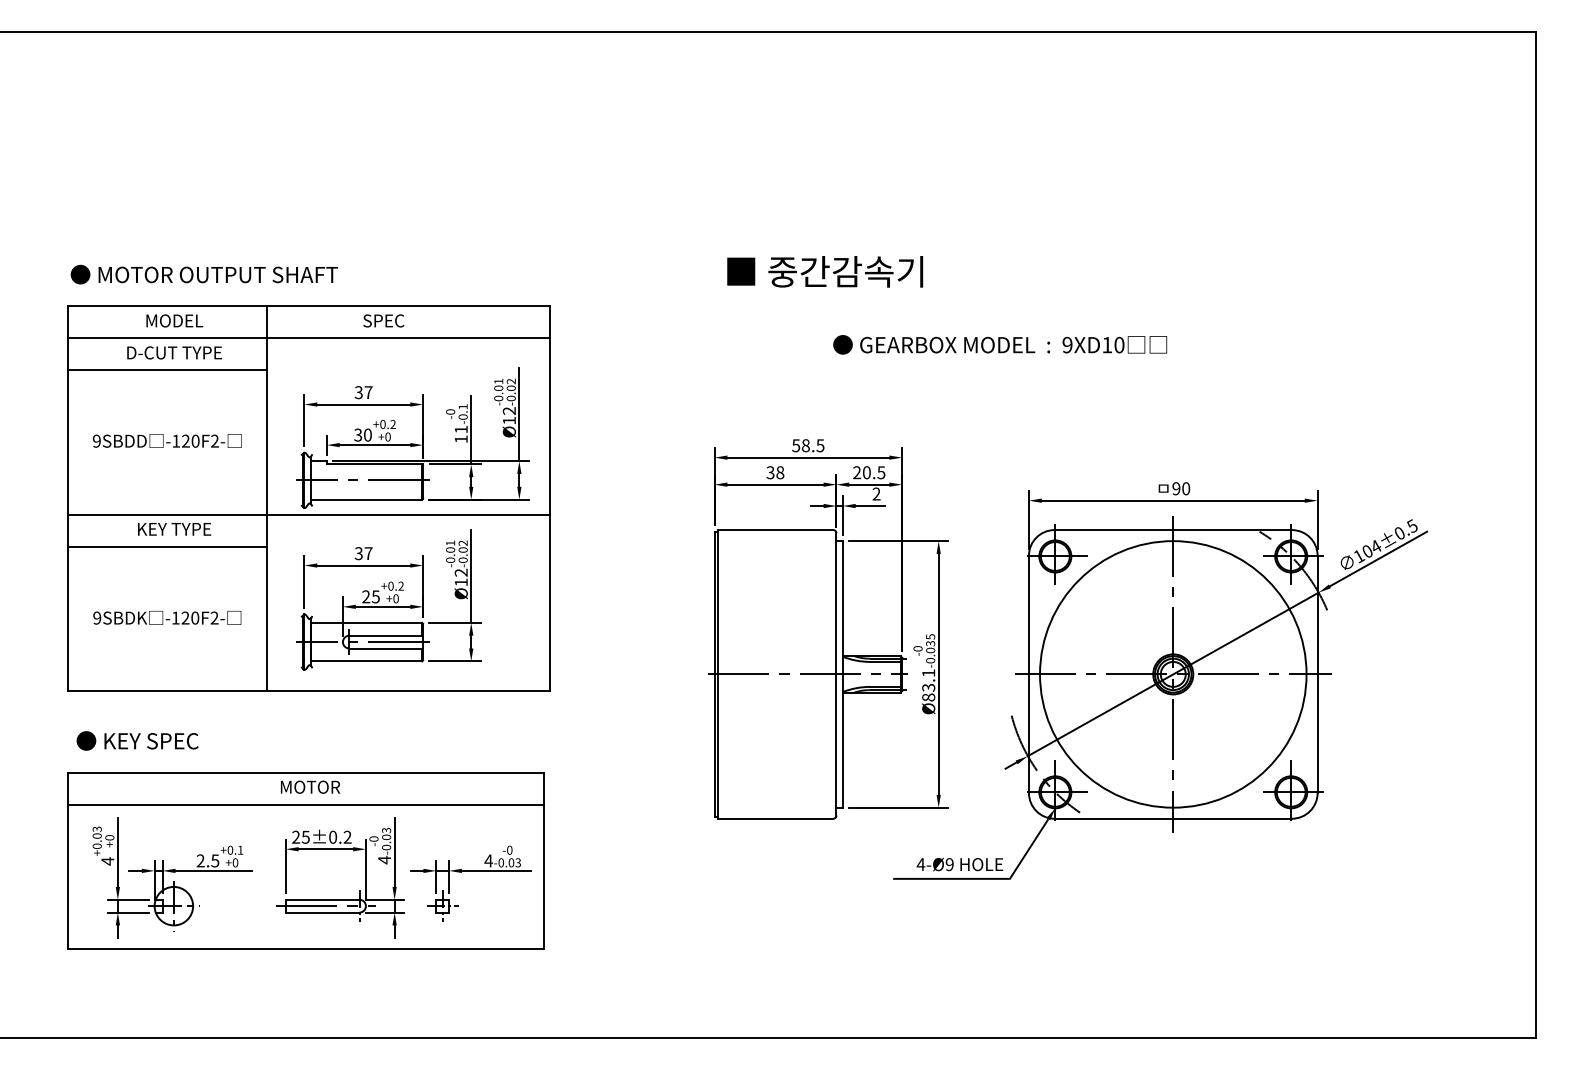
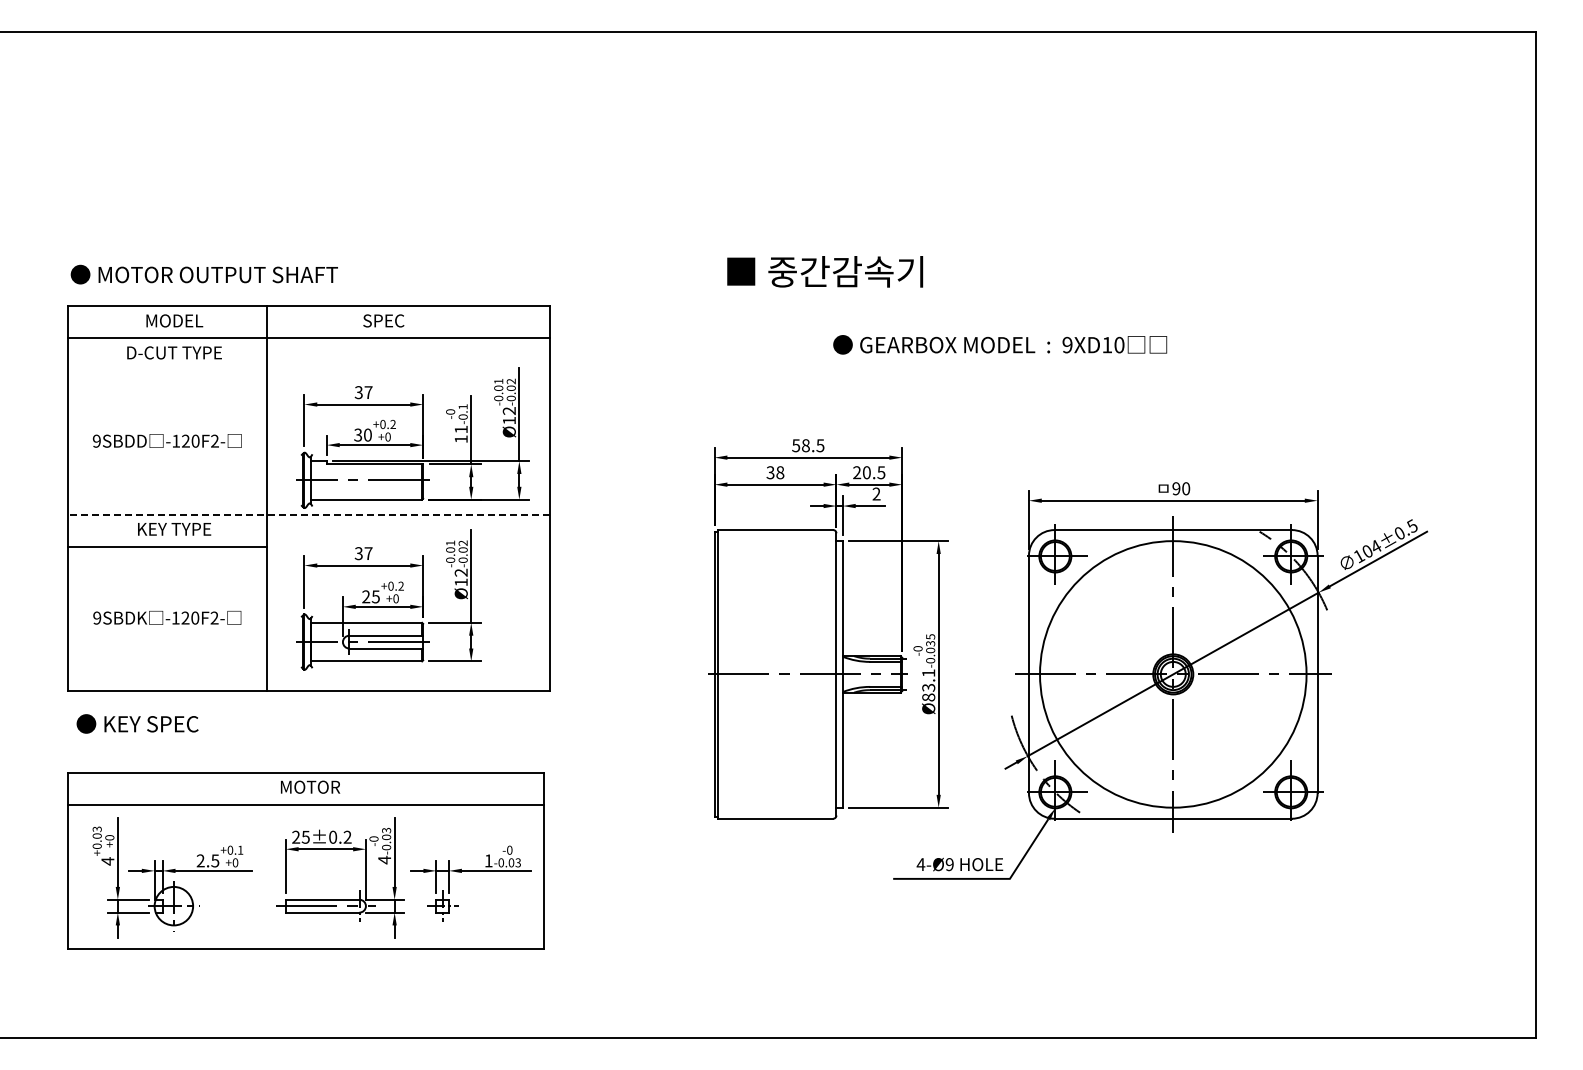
line at (167, 370): present -> none
line at (309, 514): solid -> dashed
text at (137, 740) position: (137, 740) -> (137, 723)
text at (488, 860): 4 -> 1
